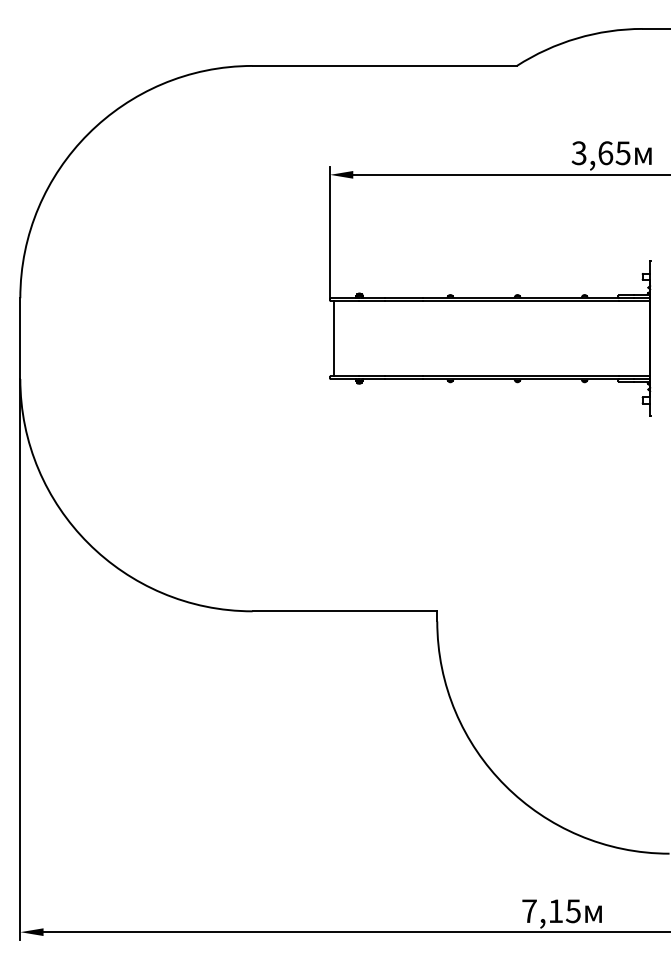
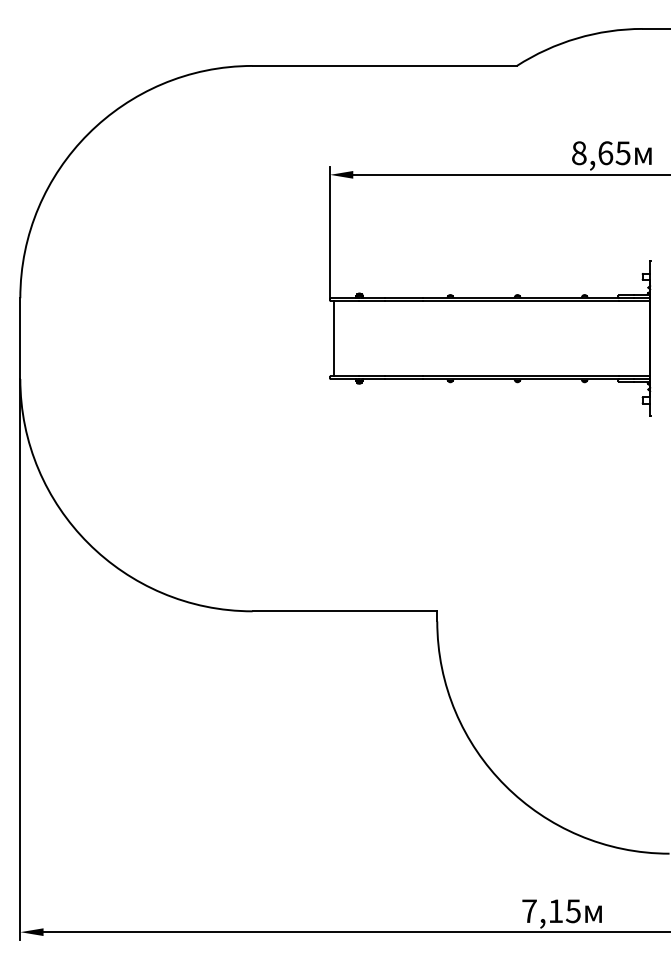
text at (578, 153): 3,65 -> 8,65
